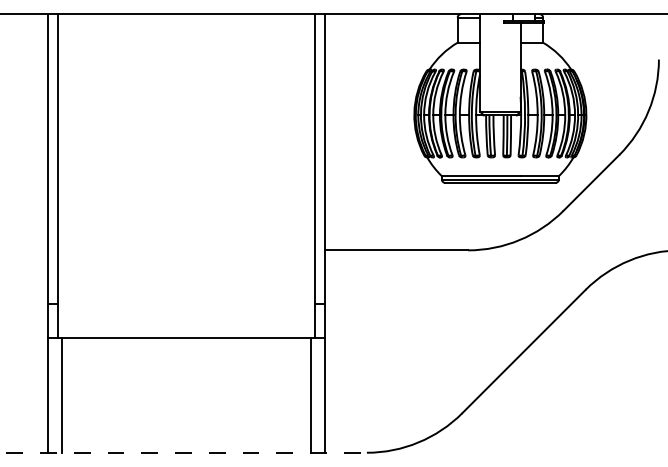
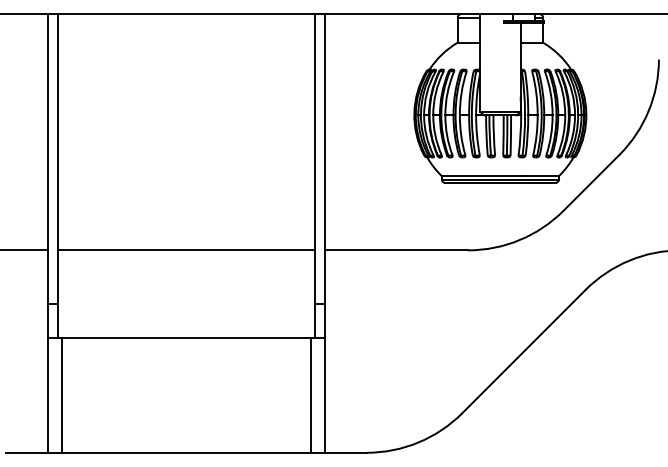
line at (25, 250): none -> present
line at (186, 250): none -> present
line at (187, 452): dashed -> solid
